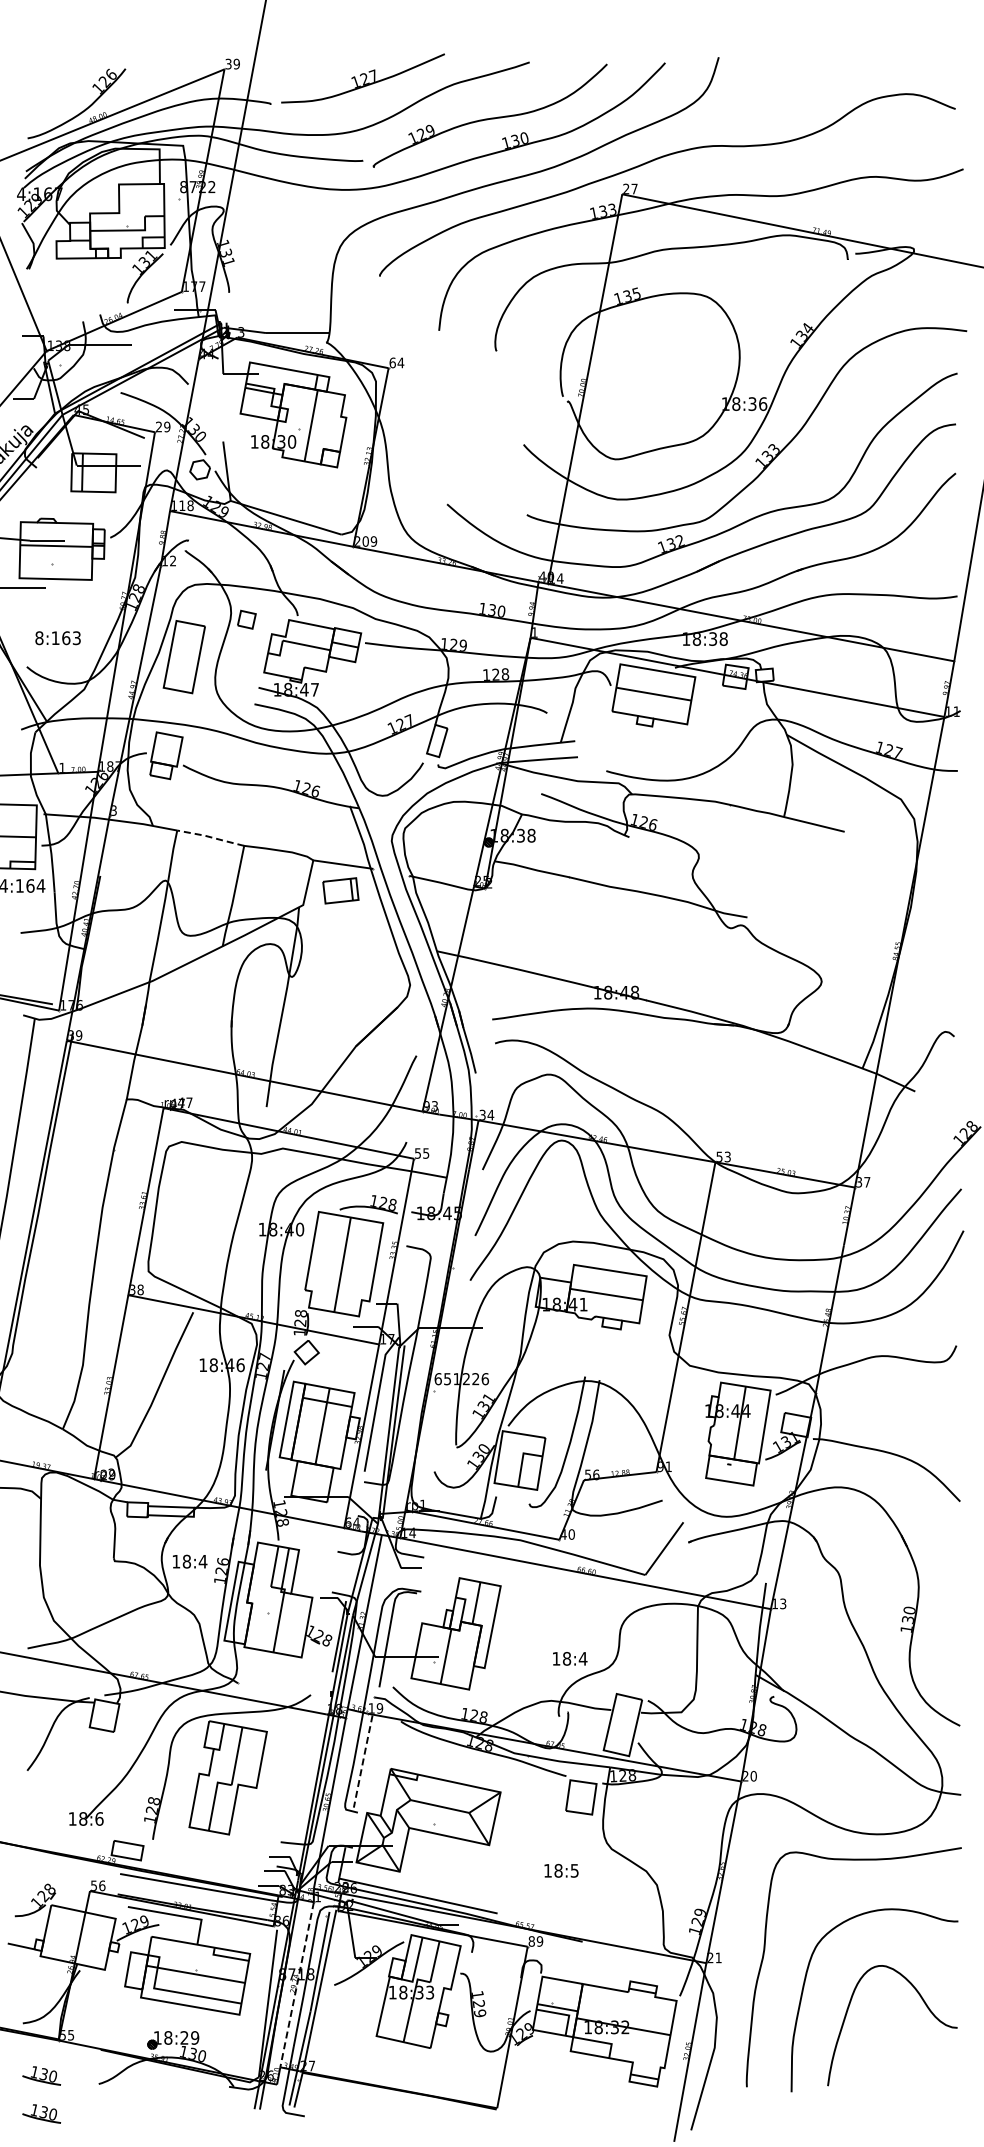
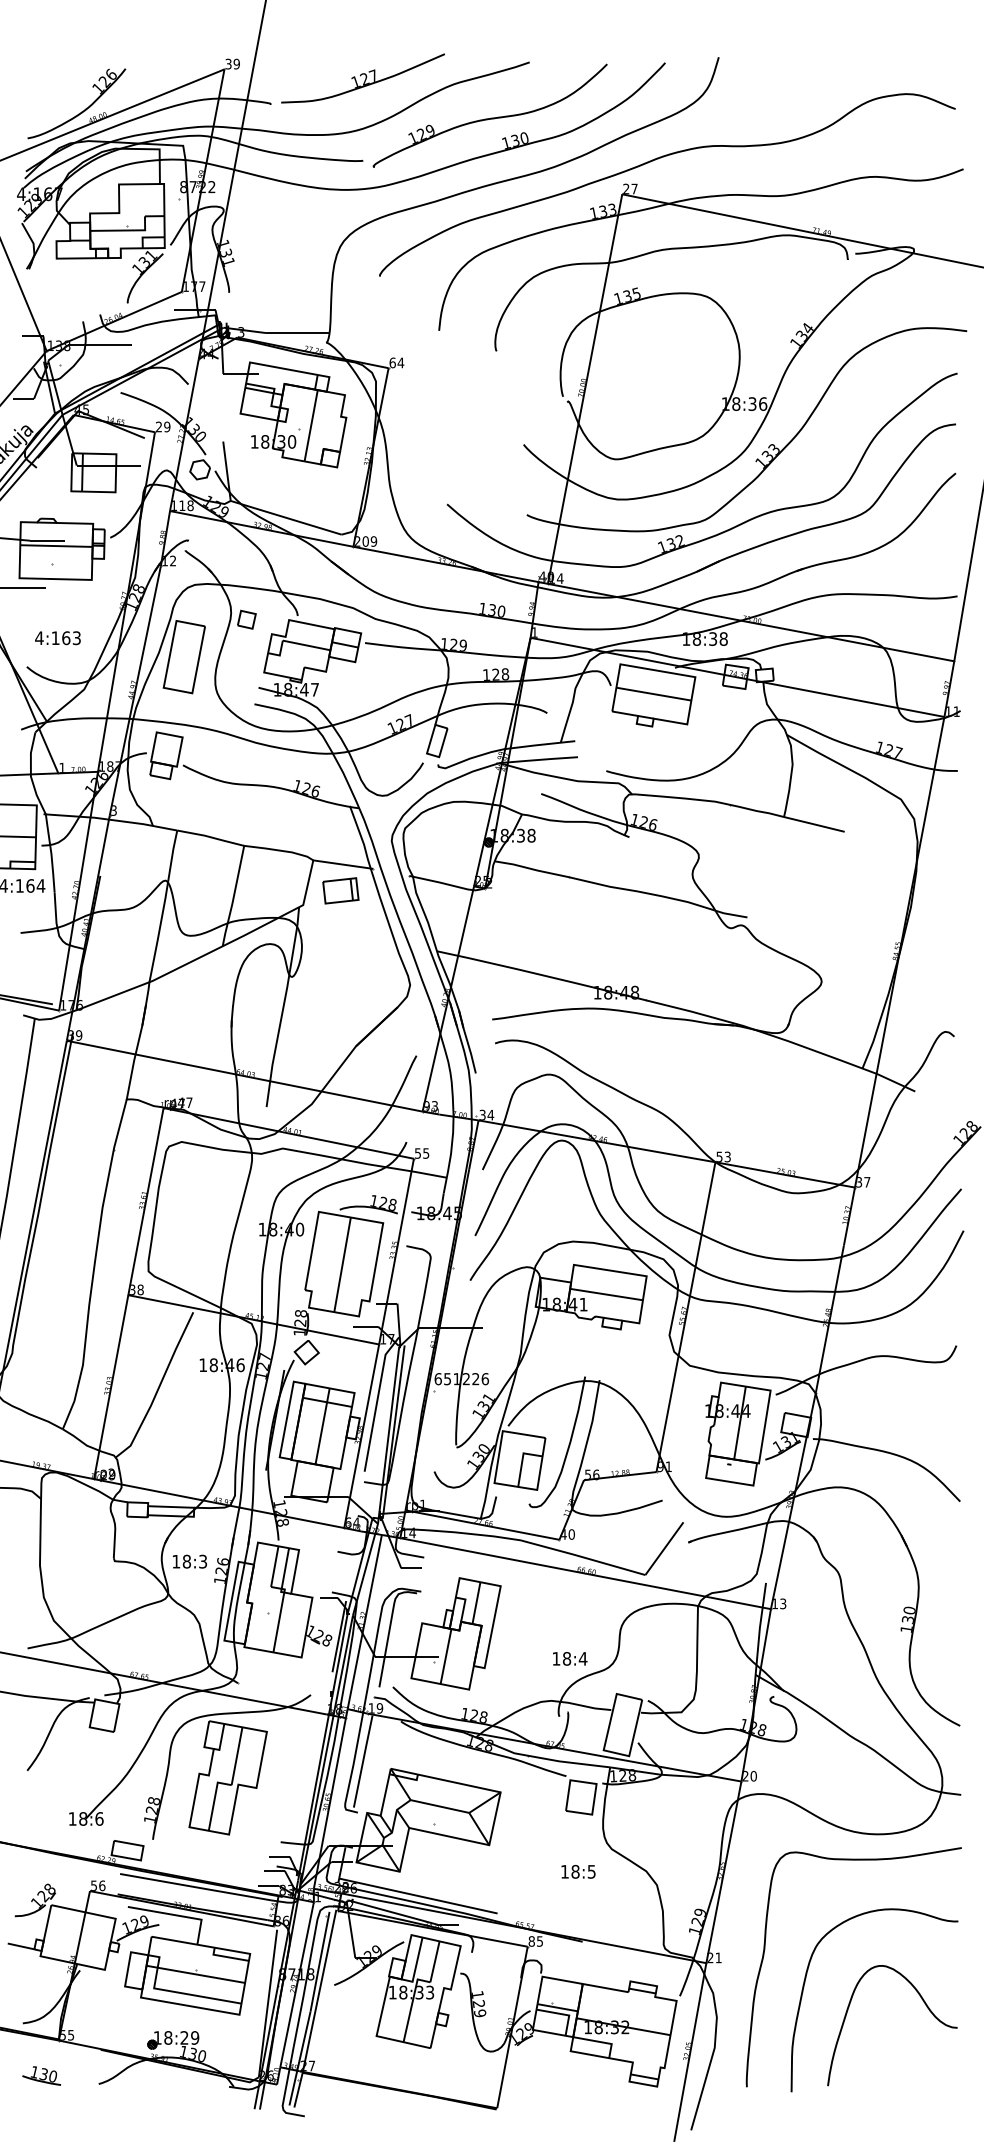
text at (39, 638): 8:163 -> 4:163
line at (211, 837): dashed -> solid
text at (202, 1561): 18:4 -> 18:3
line at (363, 1760): dashed -> solid
text at (561, 1870) position: (561, 1870) -> (578, 1871)
text at (539, 1941): 89 -> 85
line at (297, 1985): dashed -> solid
part at (41, 2113): present -> none
